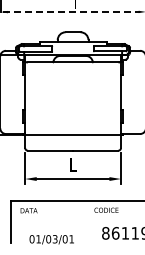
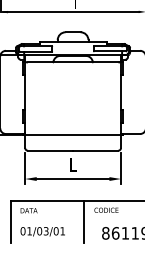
line at (70, 11): dashed -> solid
line at (84, 221): none -> present
text at (51, 239) position: (51, 239) -> (42, 231)
